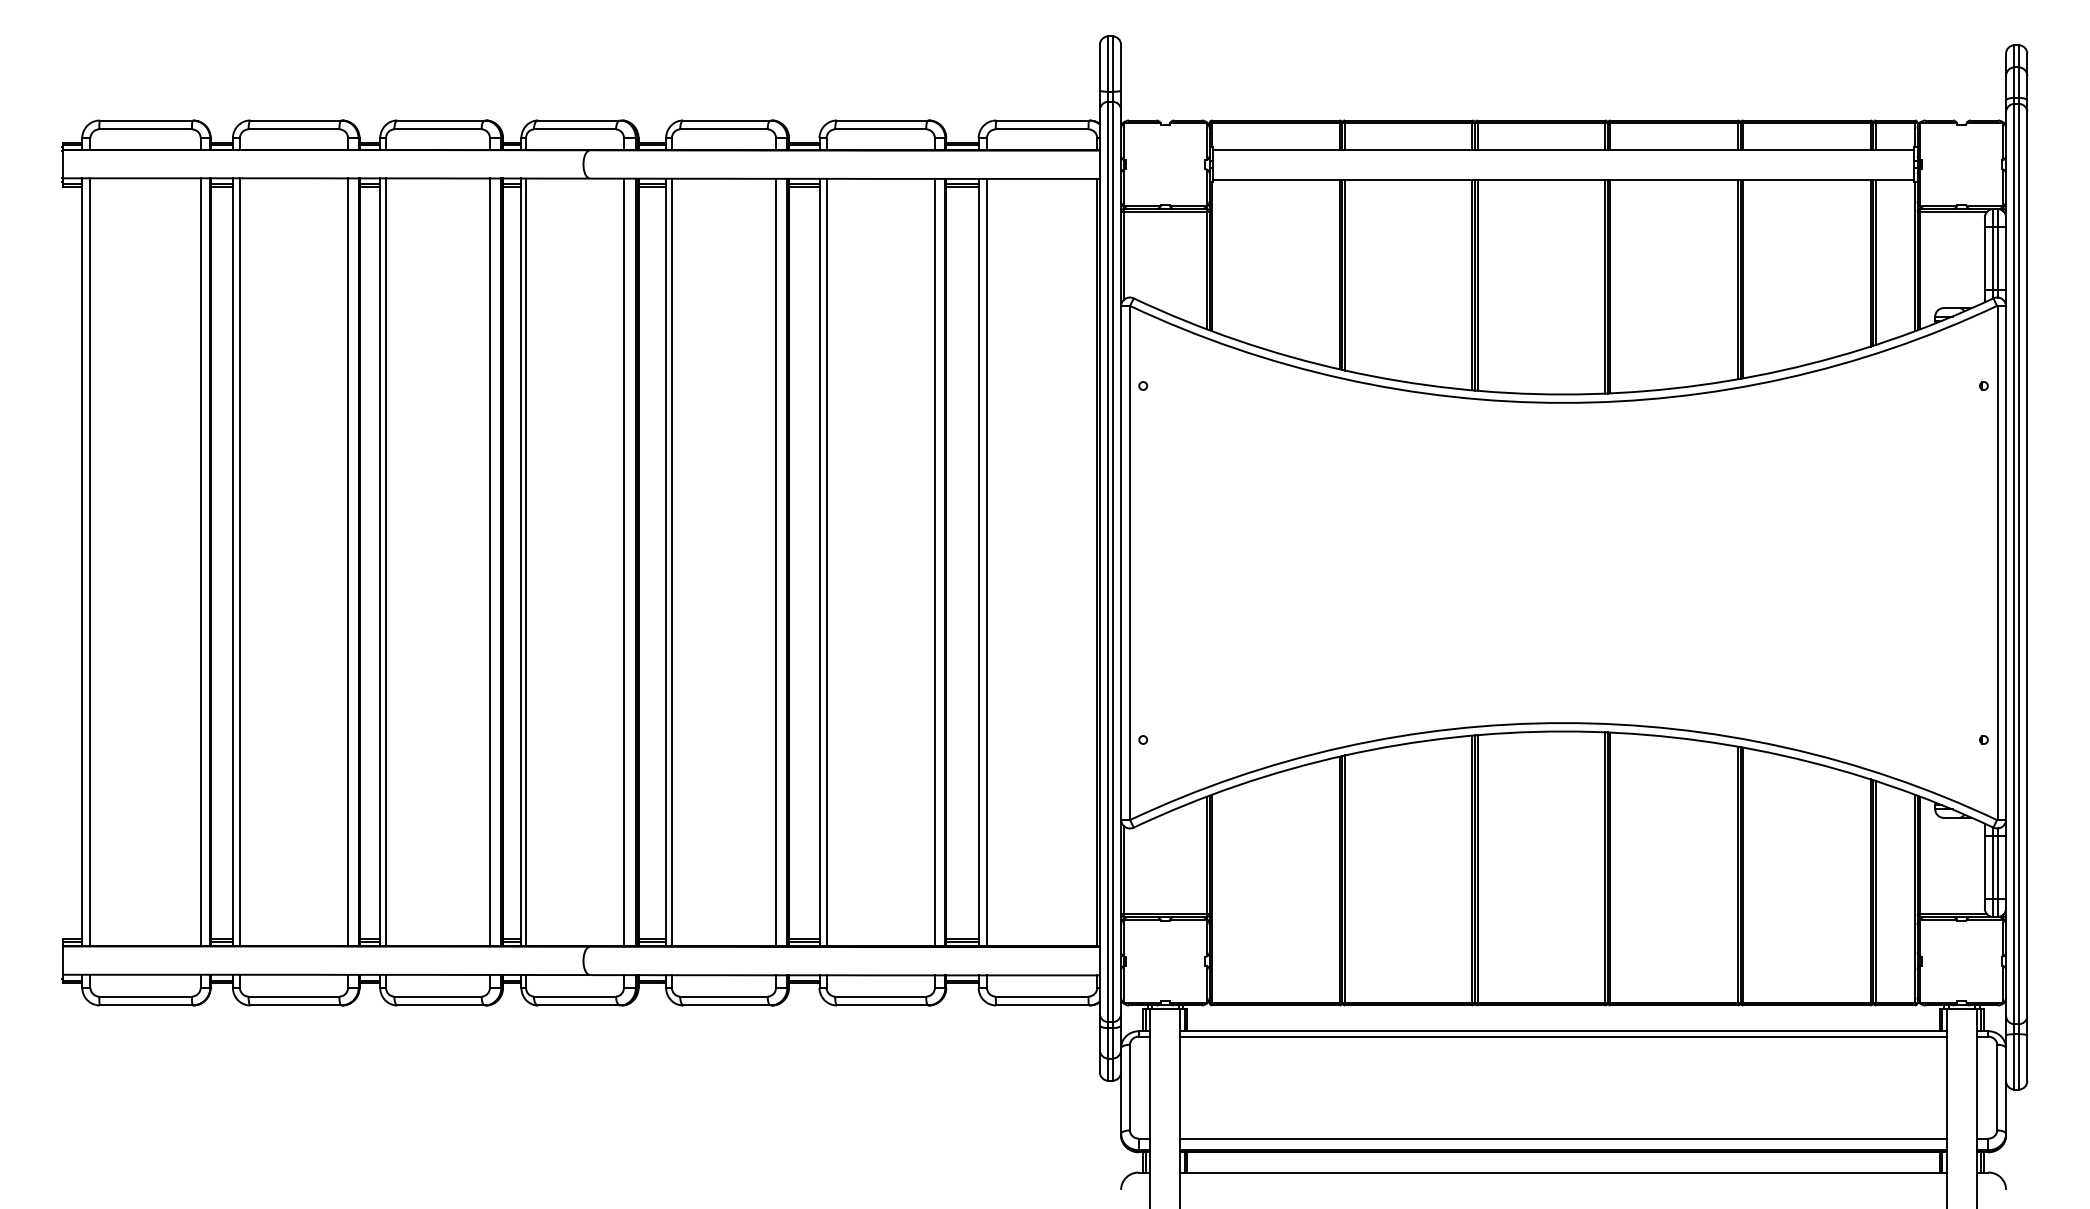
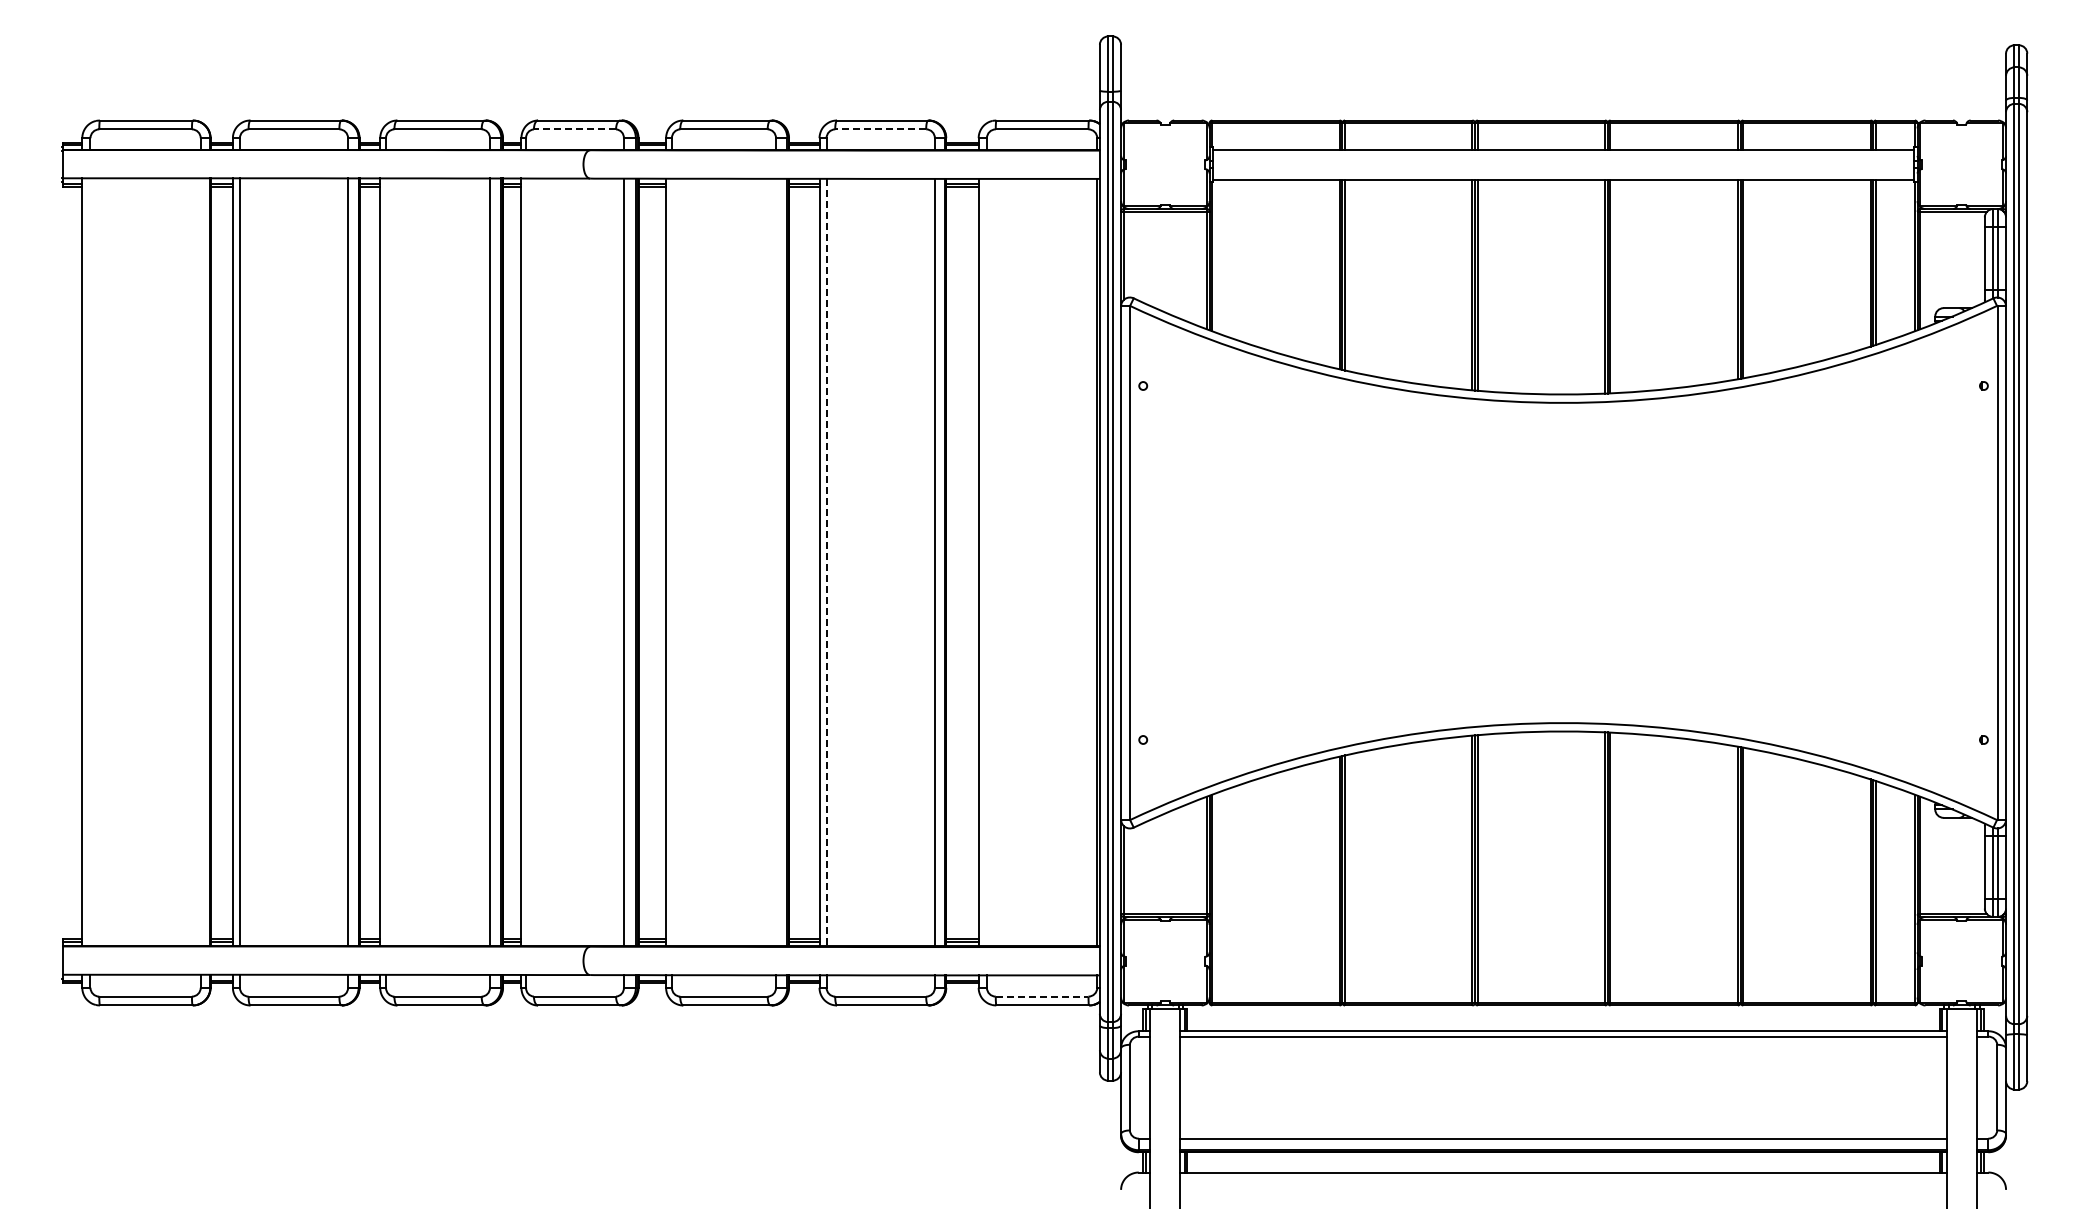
line at (574, 129): solid -> dashed
line at (880, 129): solid -> dashed
line at (90, 562): present -> none
line at (200, 562): present -> none
line at (386, 562): present -> none
line at (526, 562): present -> none
line at (671, 562): present -> none
line at (776, 562): present -> none
line at (826, 562): solid -> dashed
line at (986, 562): present -> none
line at (1042, 996): solid -> dashed
